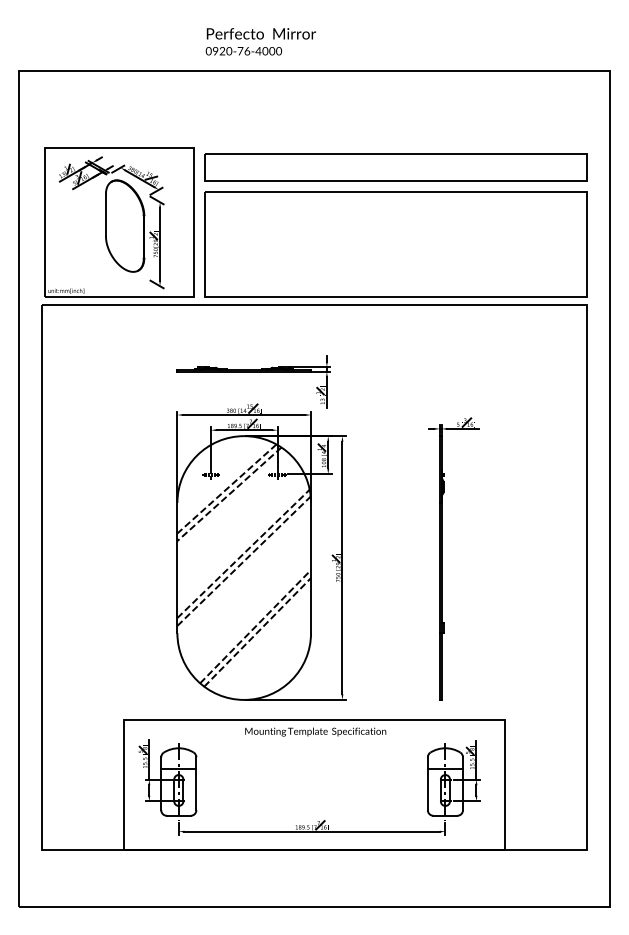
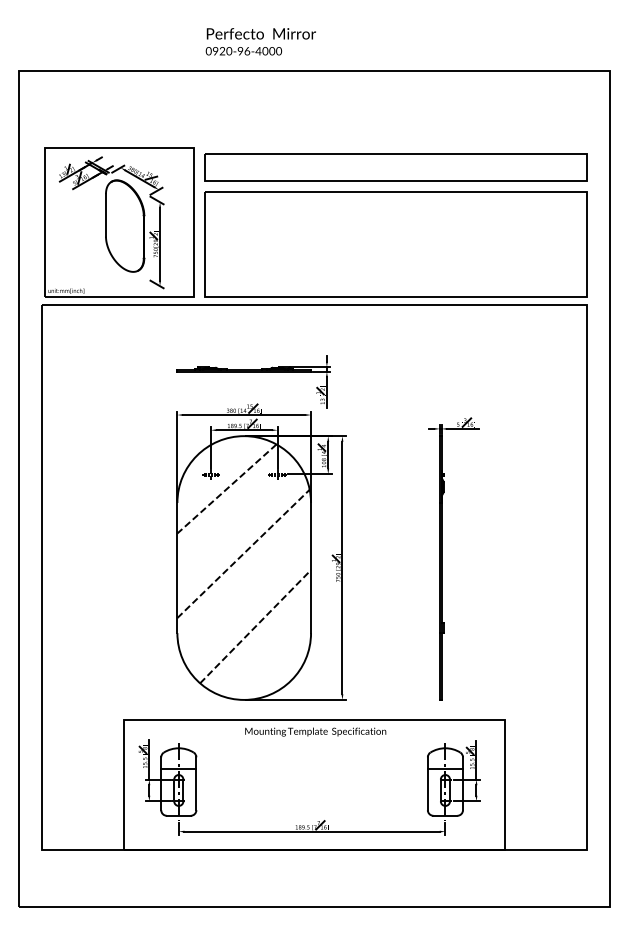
text at (240, 51): 0920-76-4000 -> 0920-96-4000
line at (229, 494): present -> none
line at (243, 560): present -> none
line at (257, 632): present -> none
